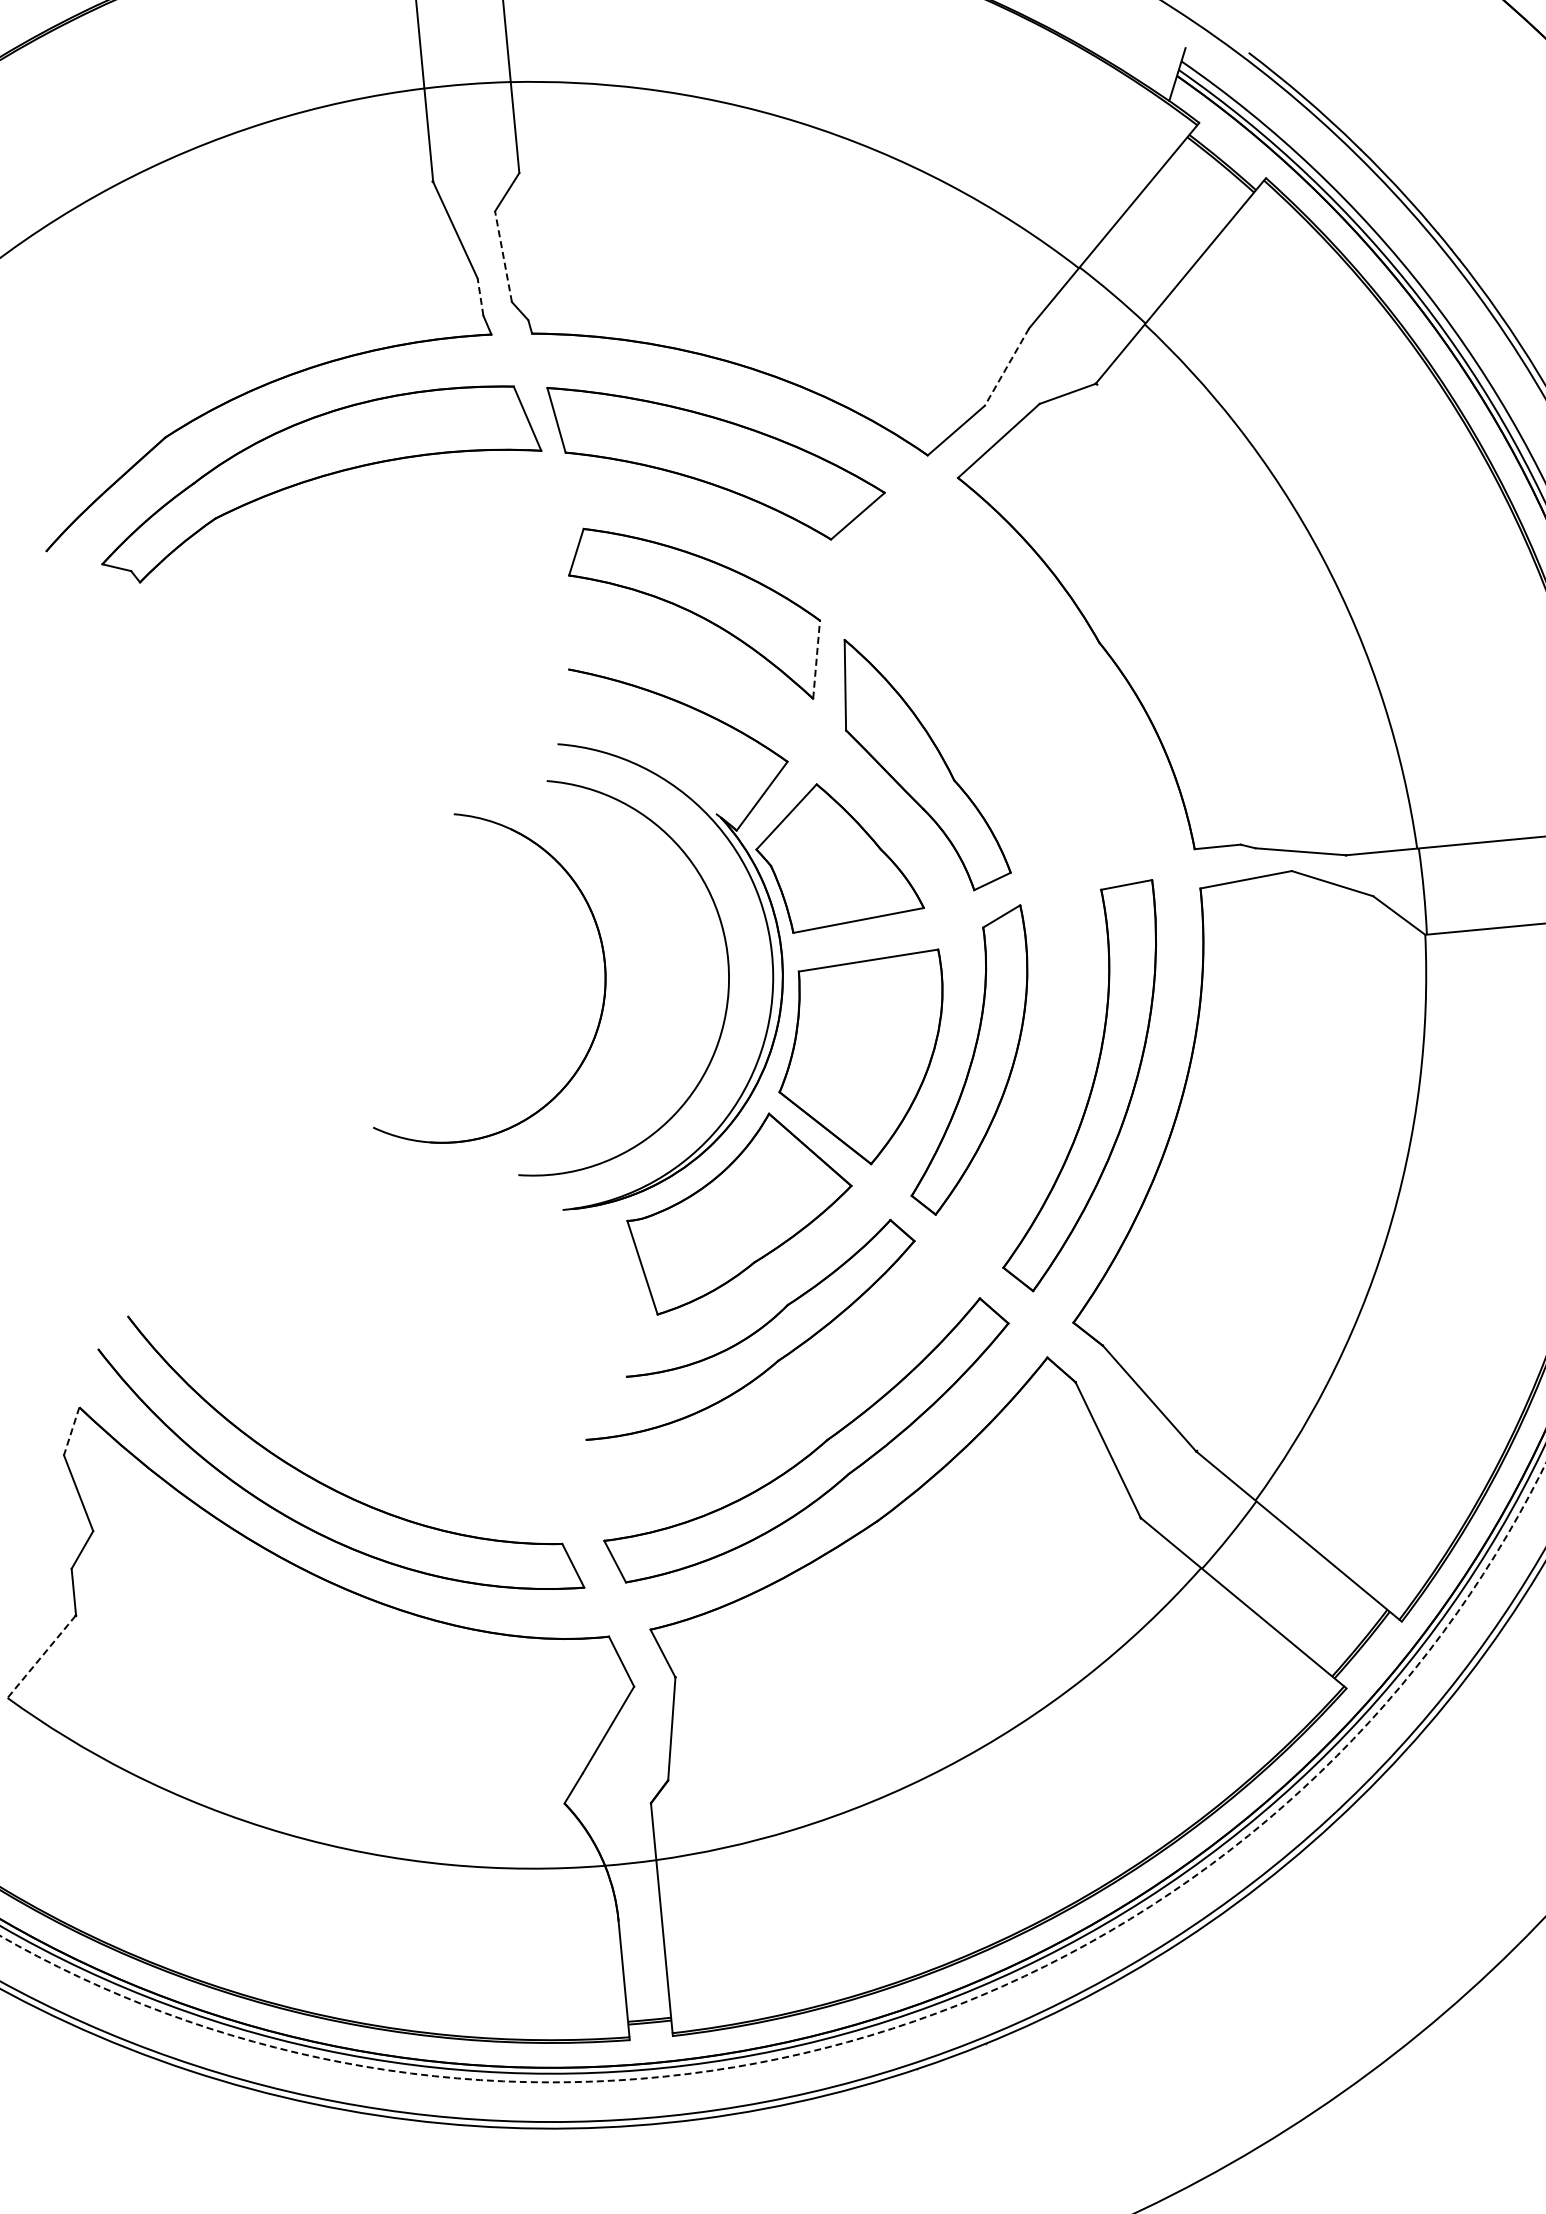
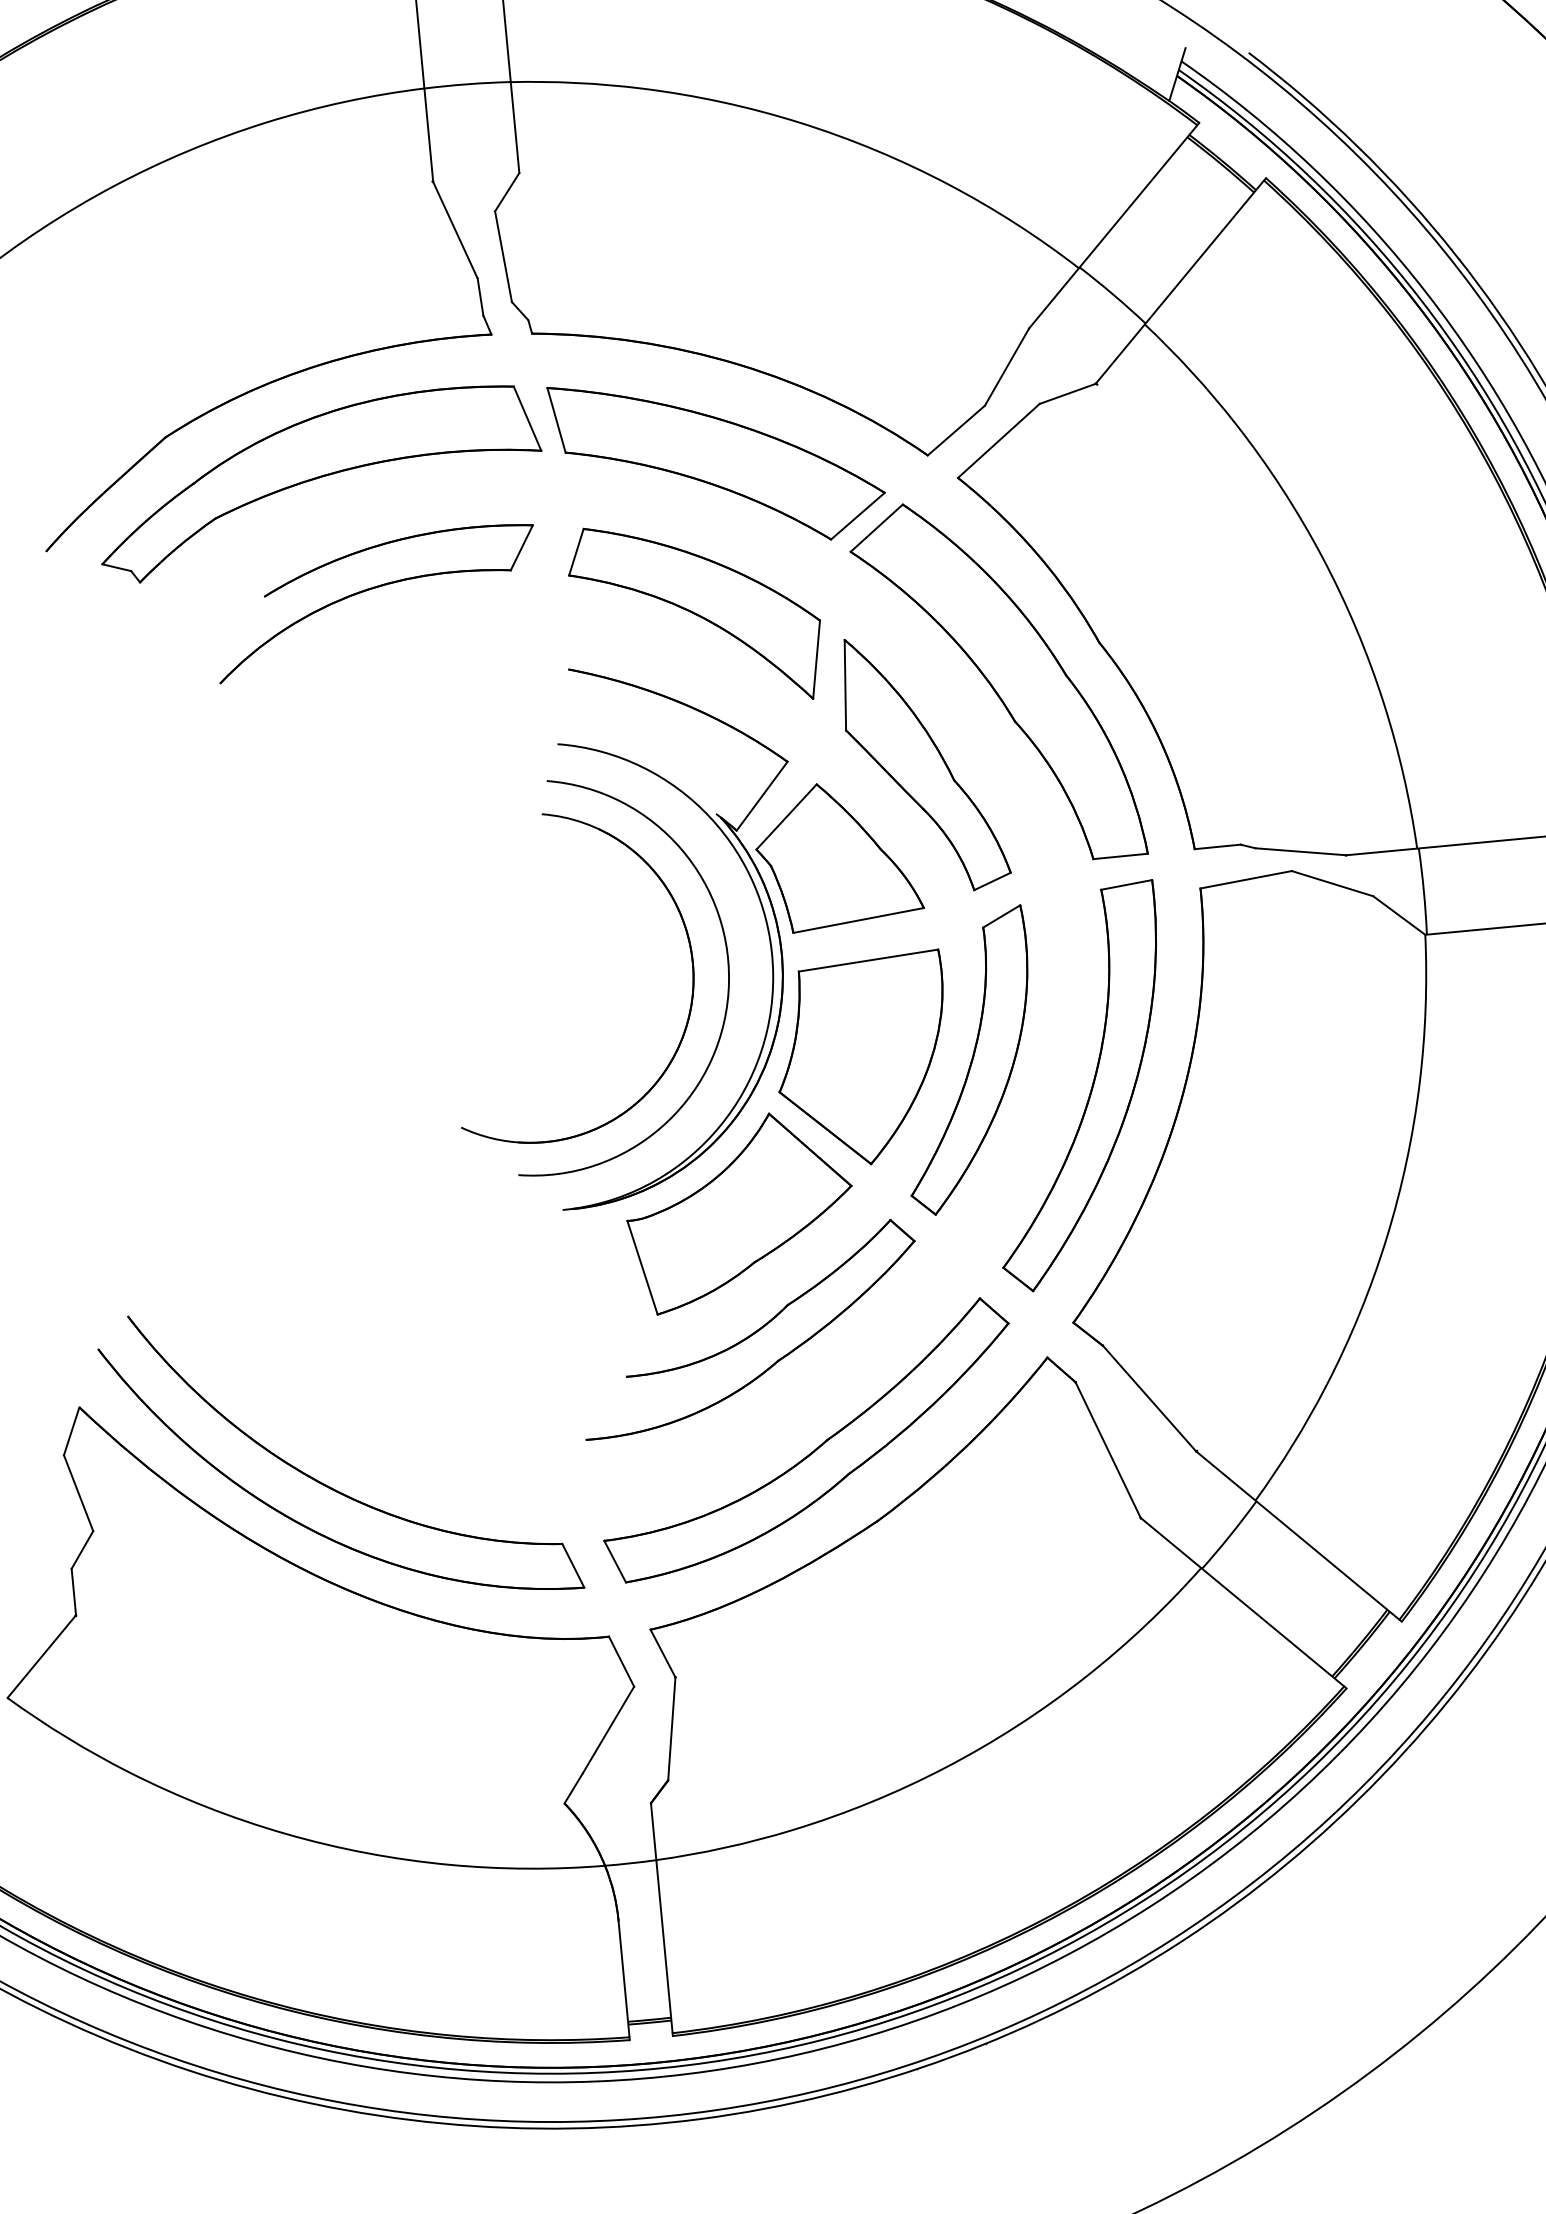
line at (503, 256): dashed -> solid
line at (480, 297): dashed -> solid
line at (1007, 367): dashed -> solid
part at (372, 589): none -> present
line at (816, 659): dashed -> solid
part at (998, 681): none -> present
part at (604, 978) position: (604, 978) -> (692, 978)
line at (71, 1431): dashed -> solid
line at (41, 1657): dashed -> solid
arc at (870, 2035): dashed -> solid
